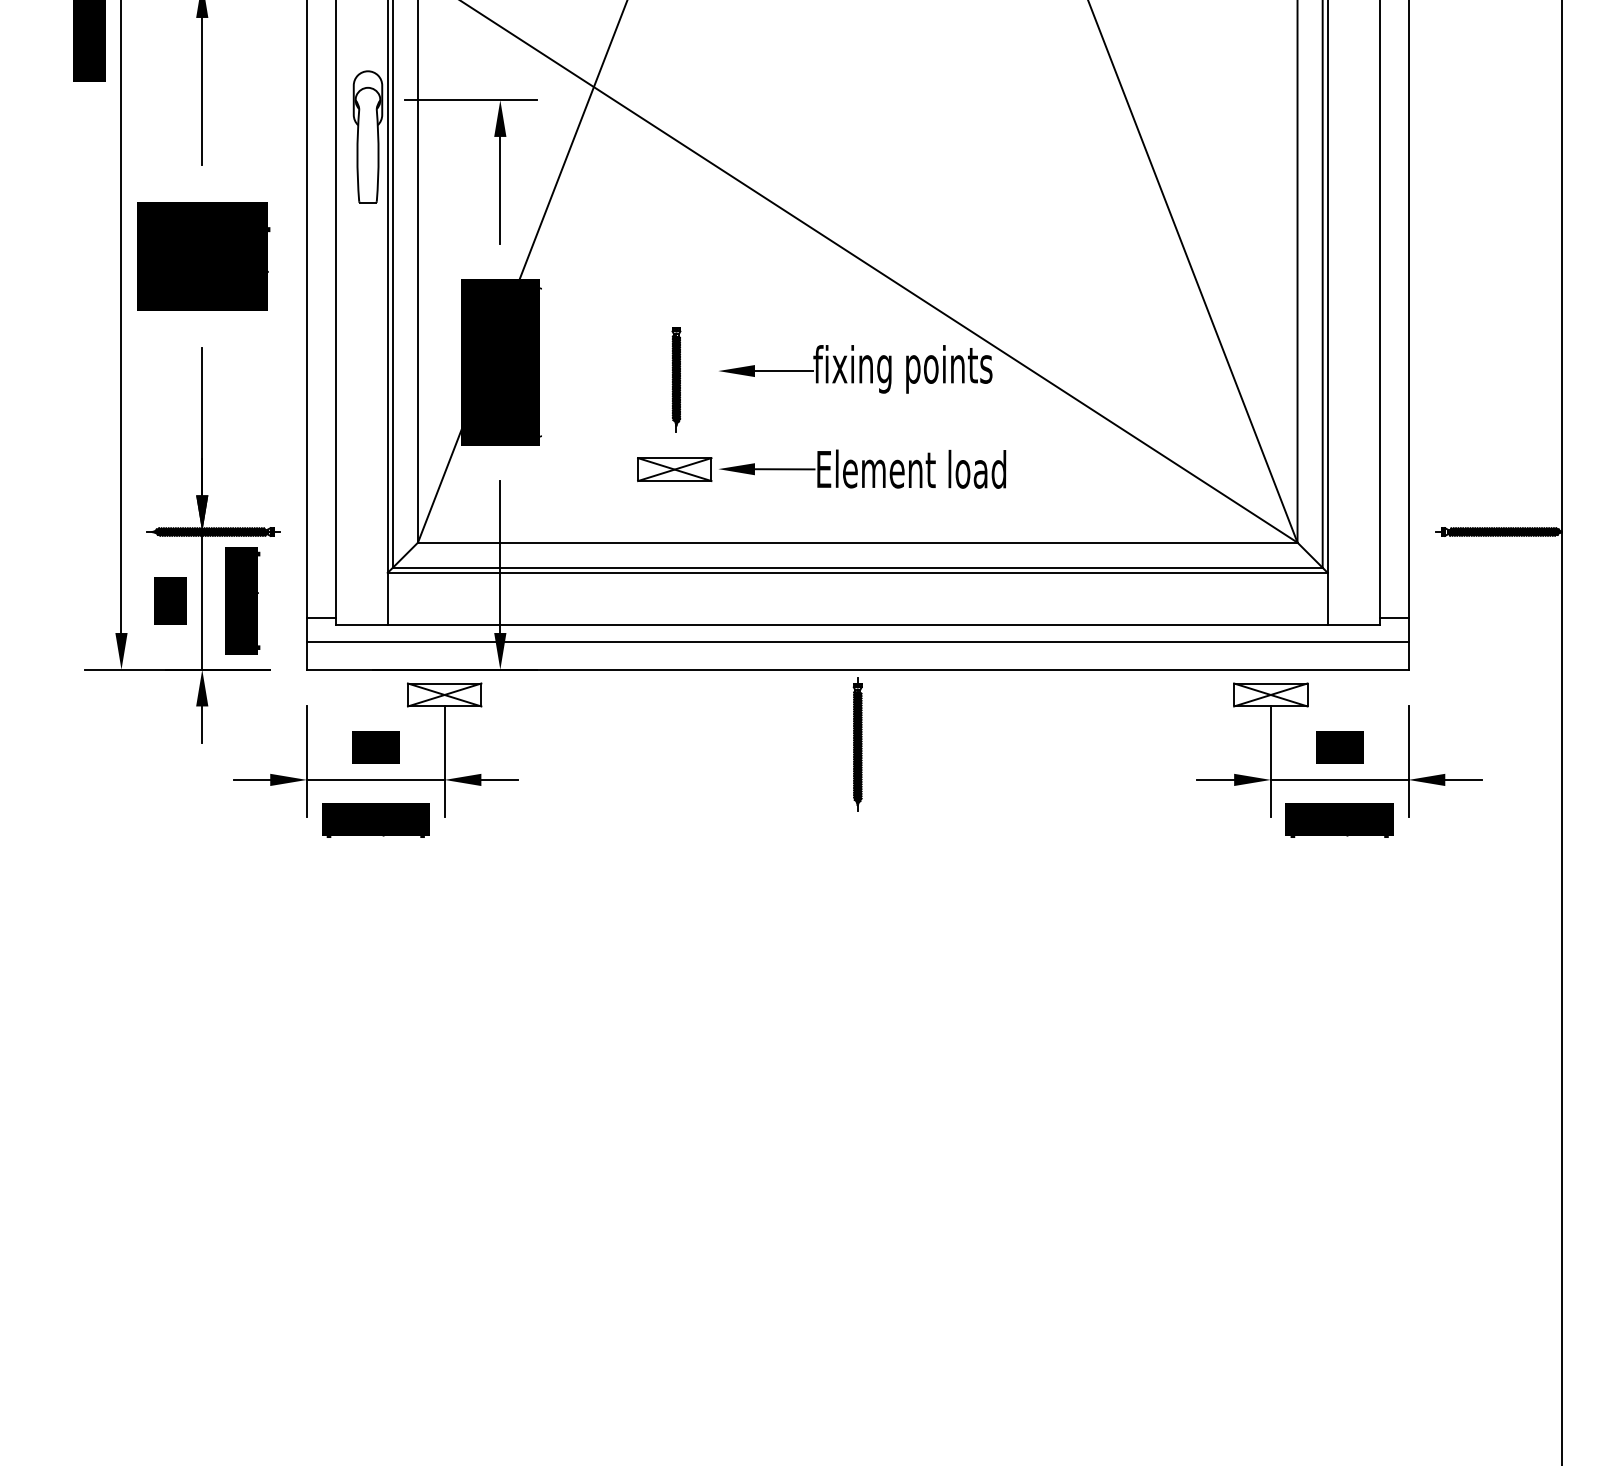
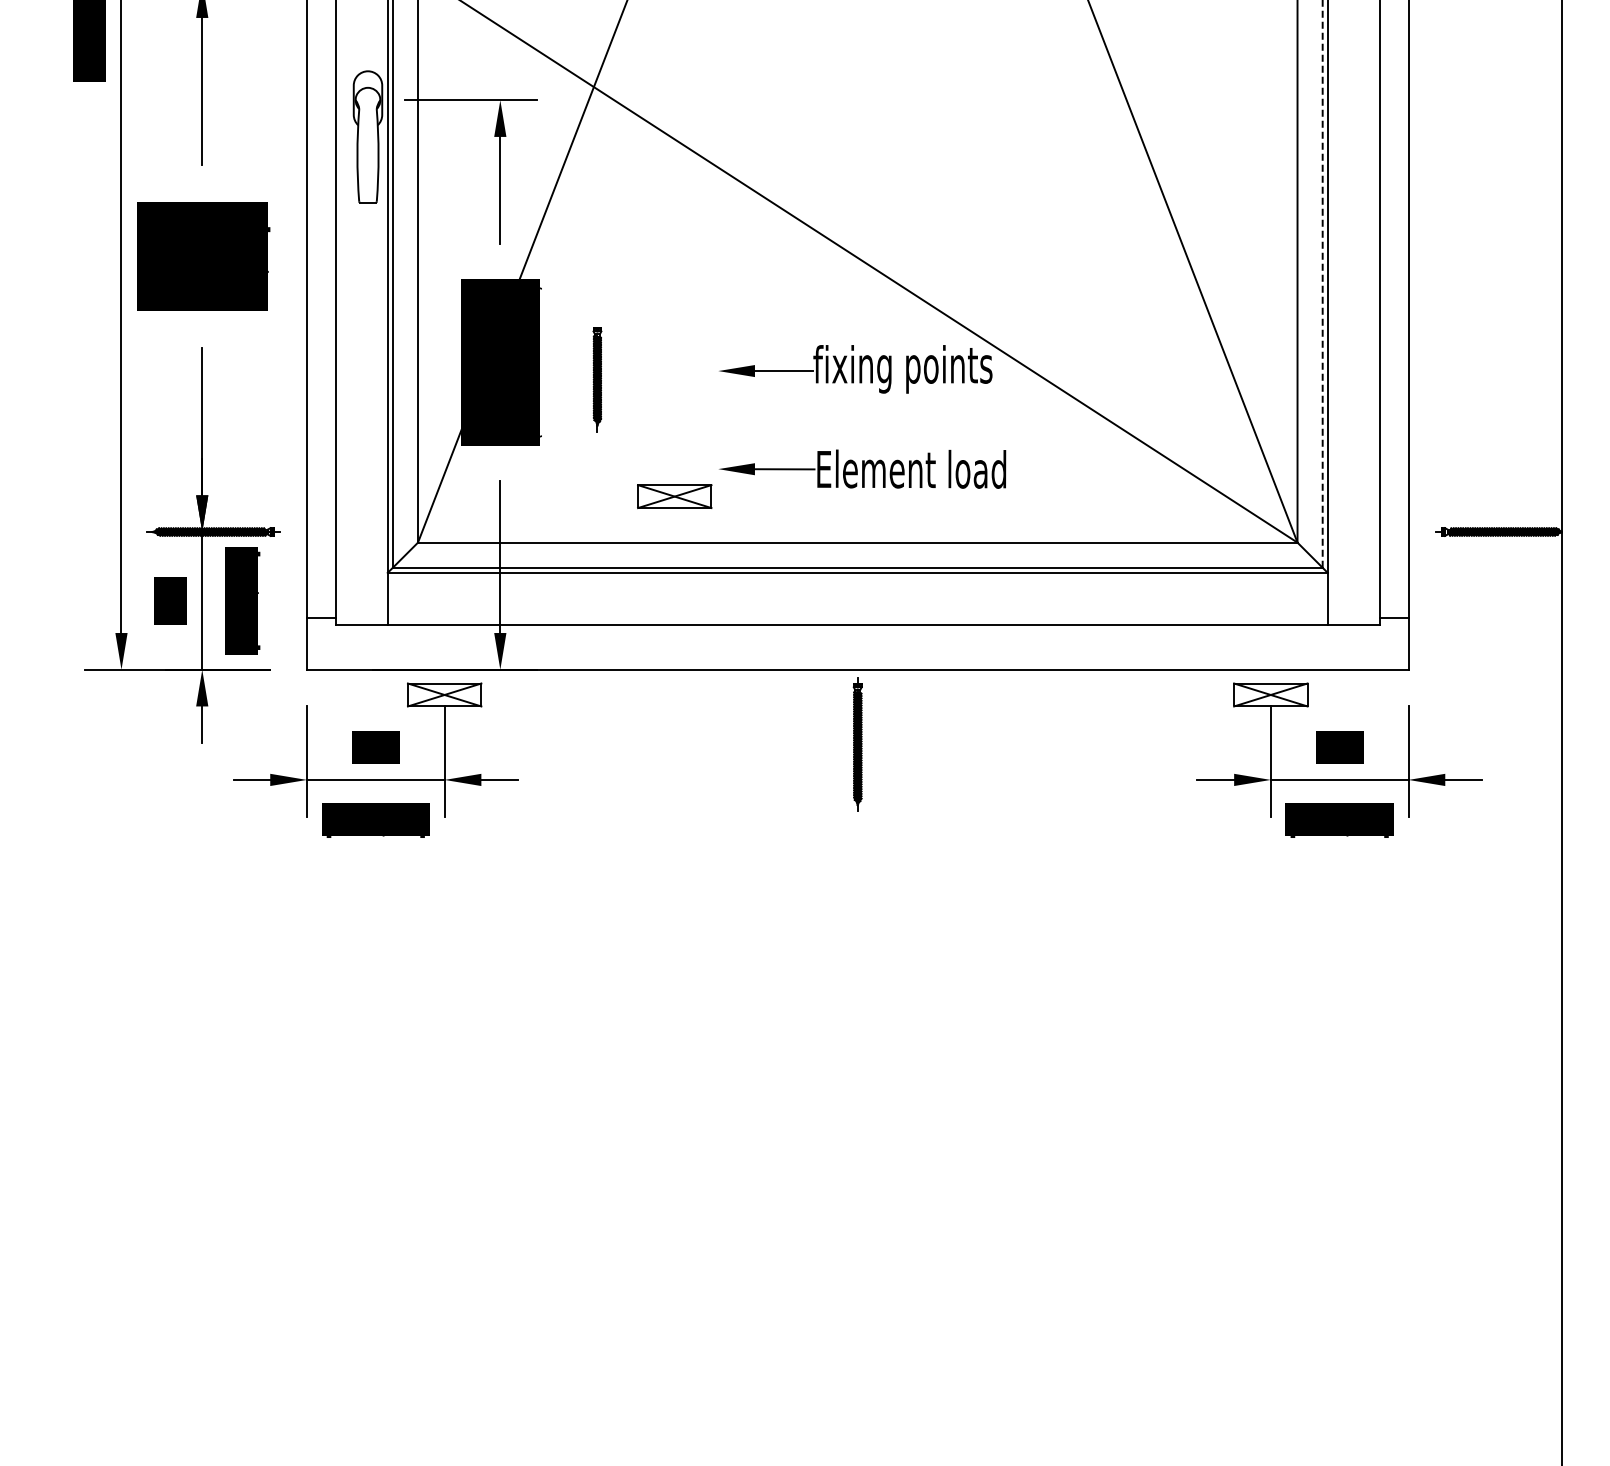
line at (1322, 283): solid -> dashed
part at (676, 379) position: (676, 379) -> (597, 379)
part at (674, 469) position: (674, 469) -> (674, 496)
line at (857, 642): present -> none
